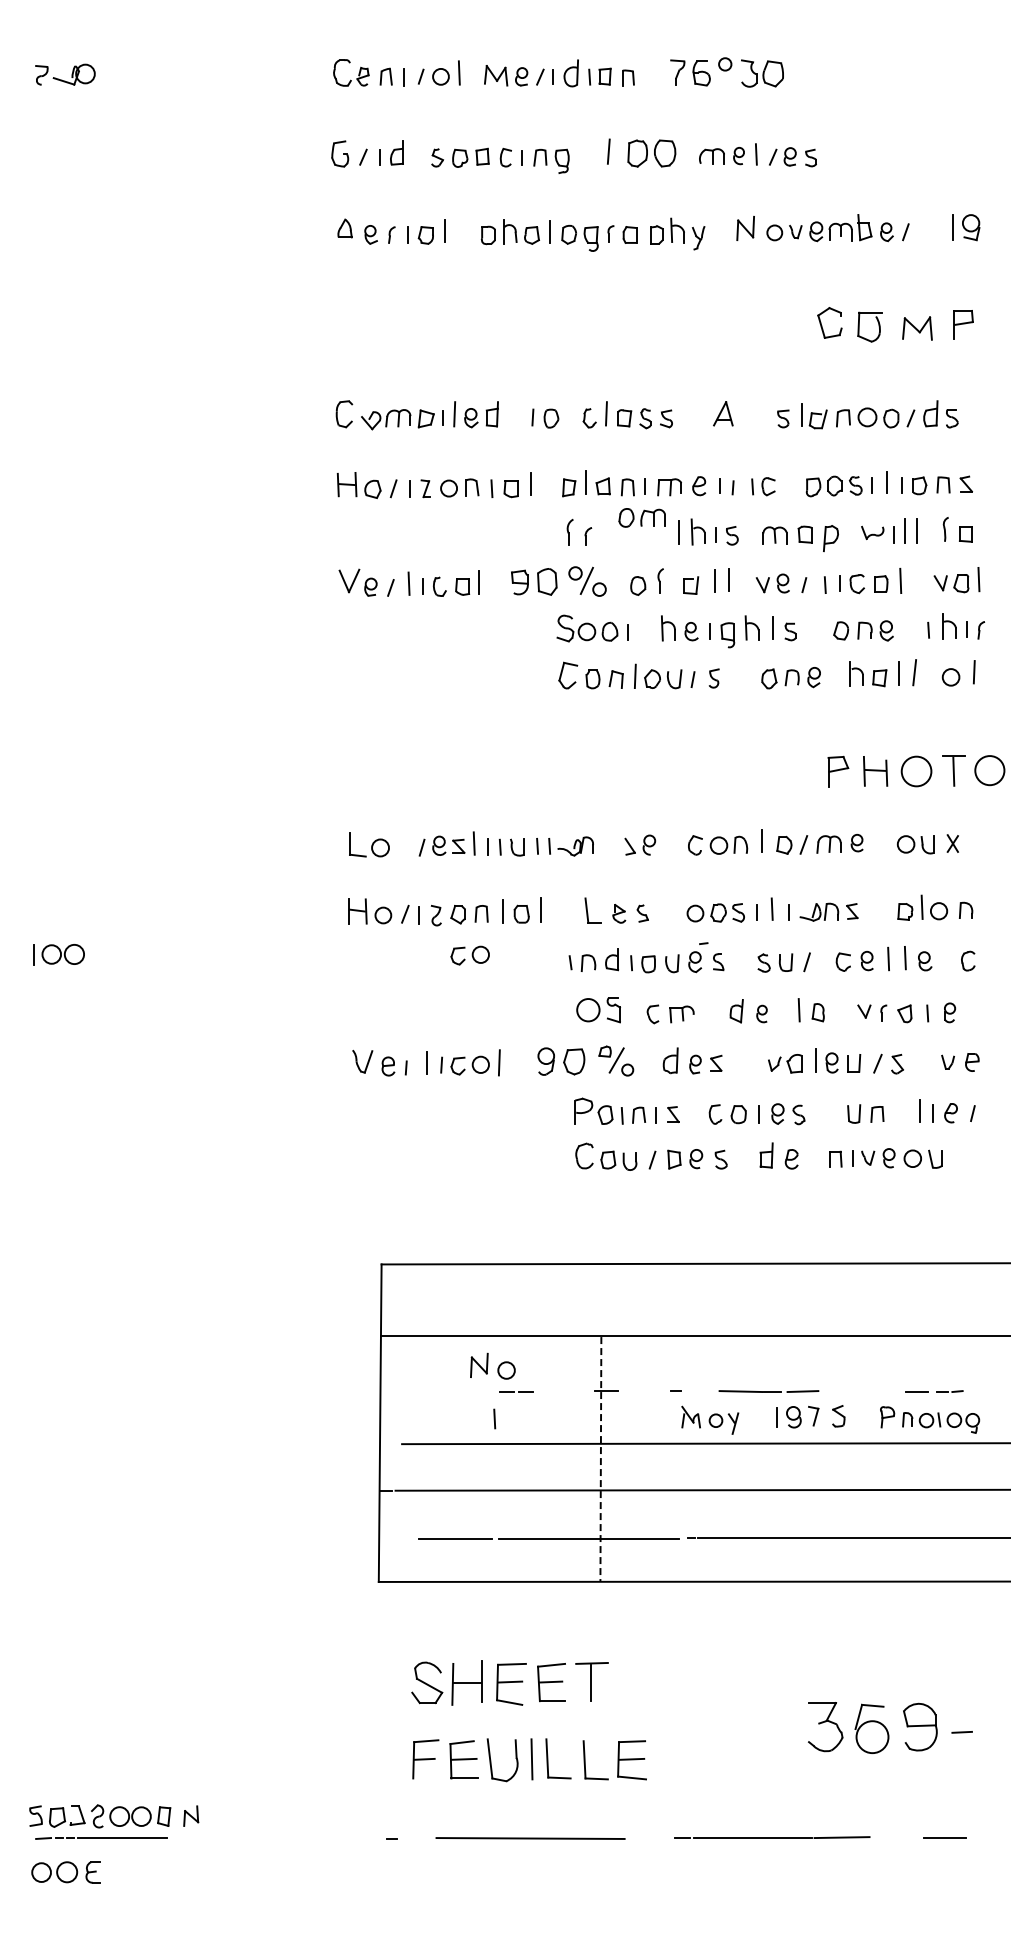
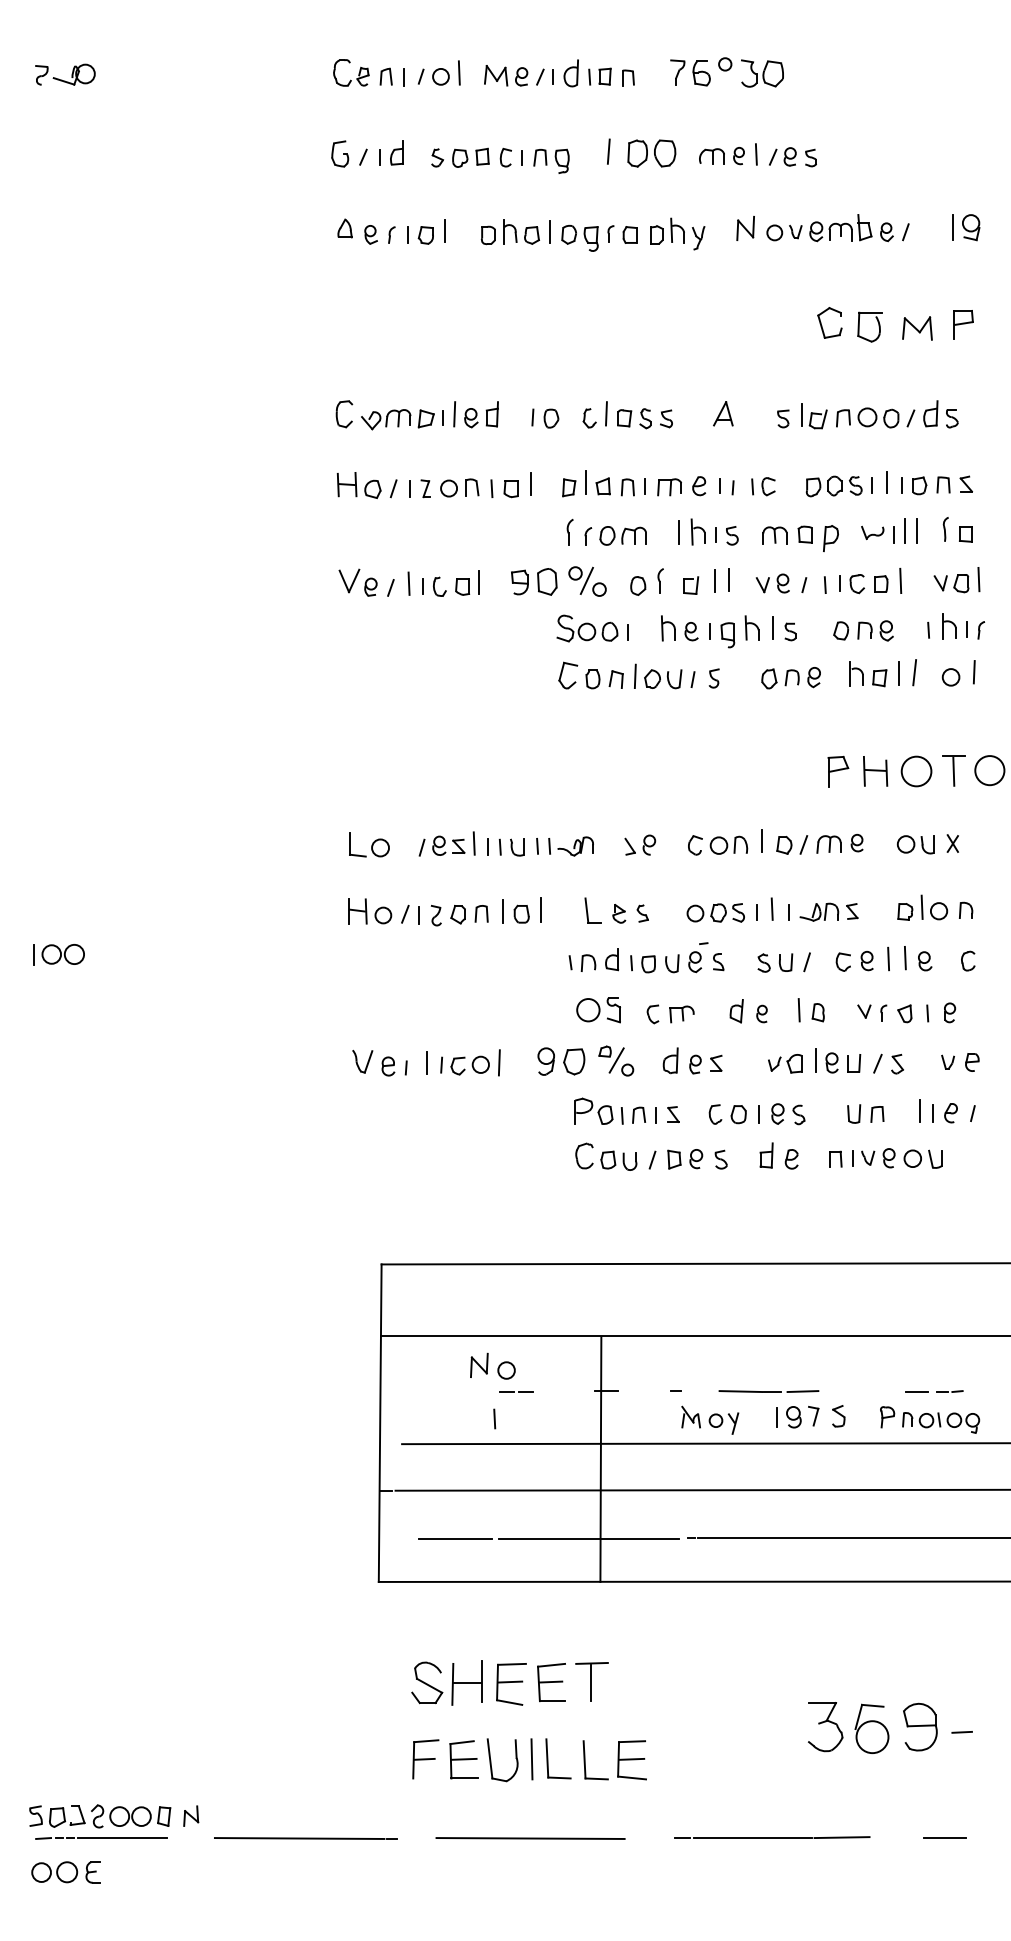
part at (641, 517) position: (641, 517) -> (622, 535)
part at (469, 955): present -> none
line at (600, 1460): dashed -> solid
line at (299, 1838): none -> present
